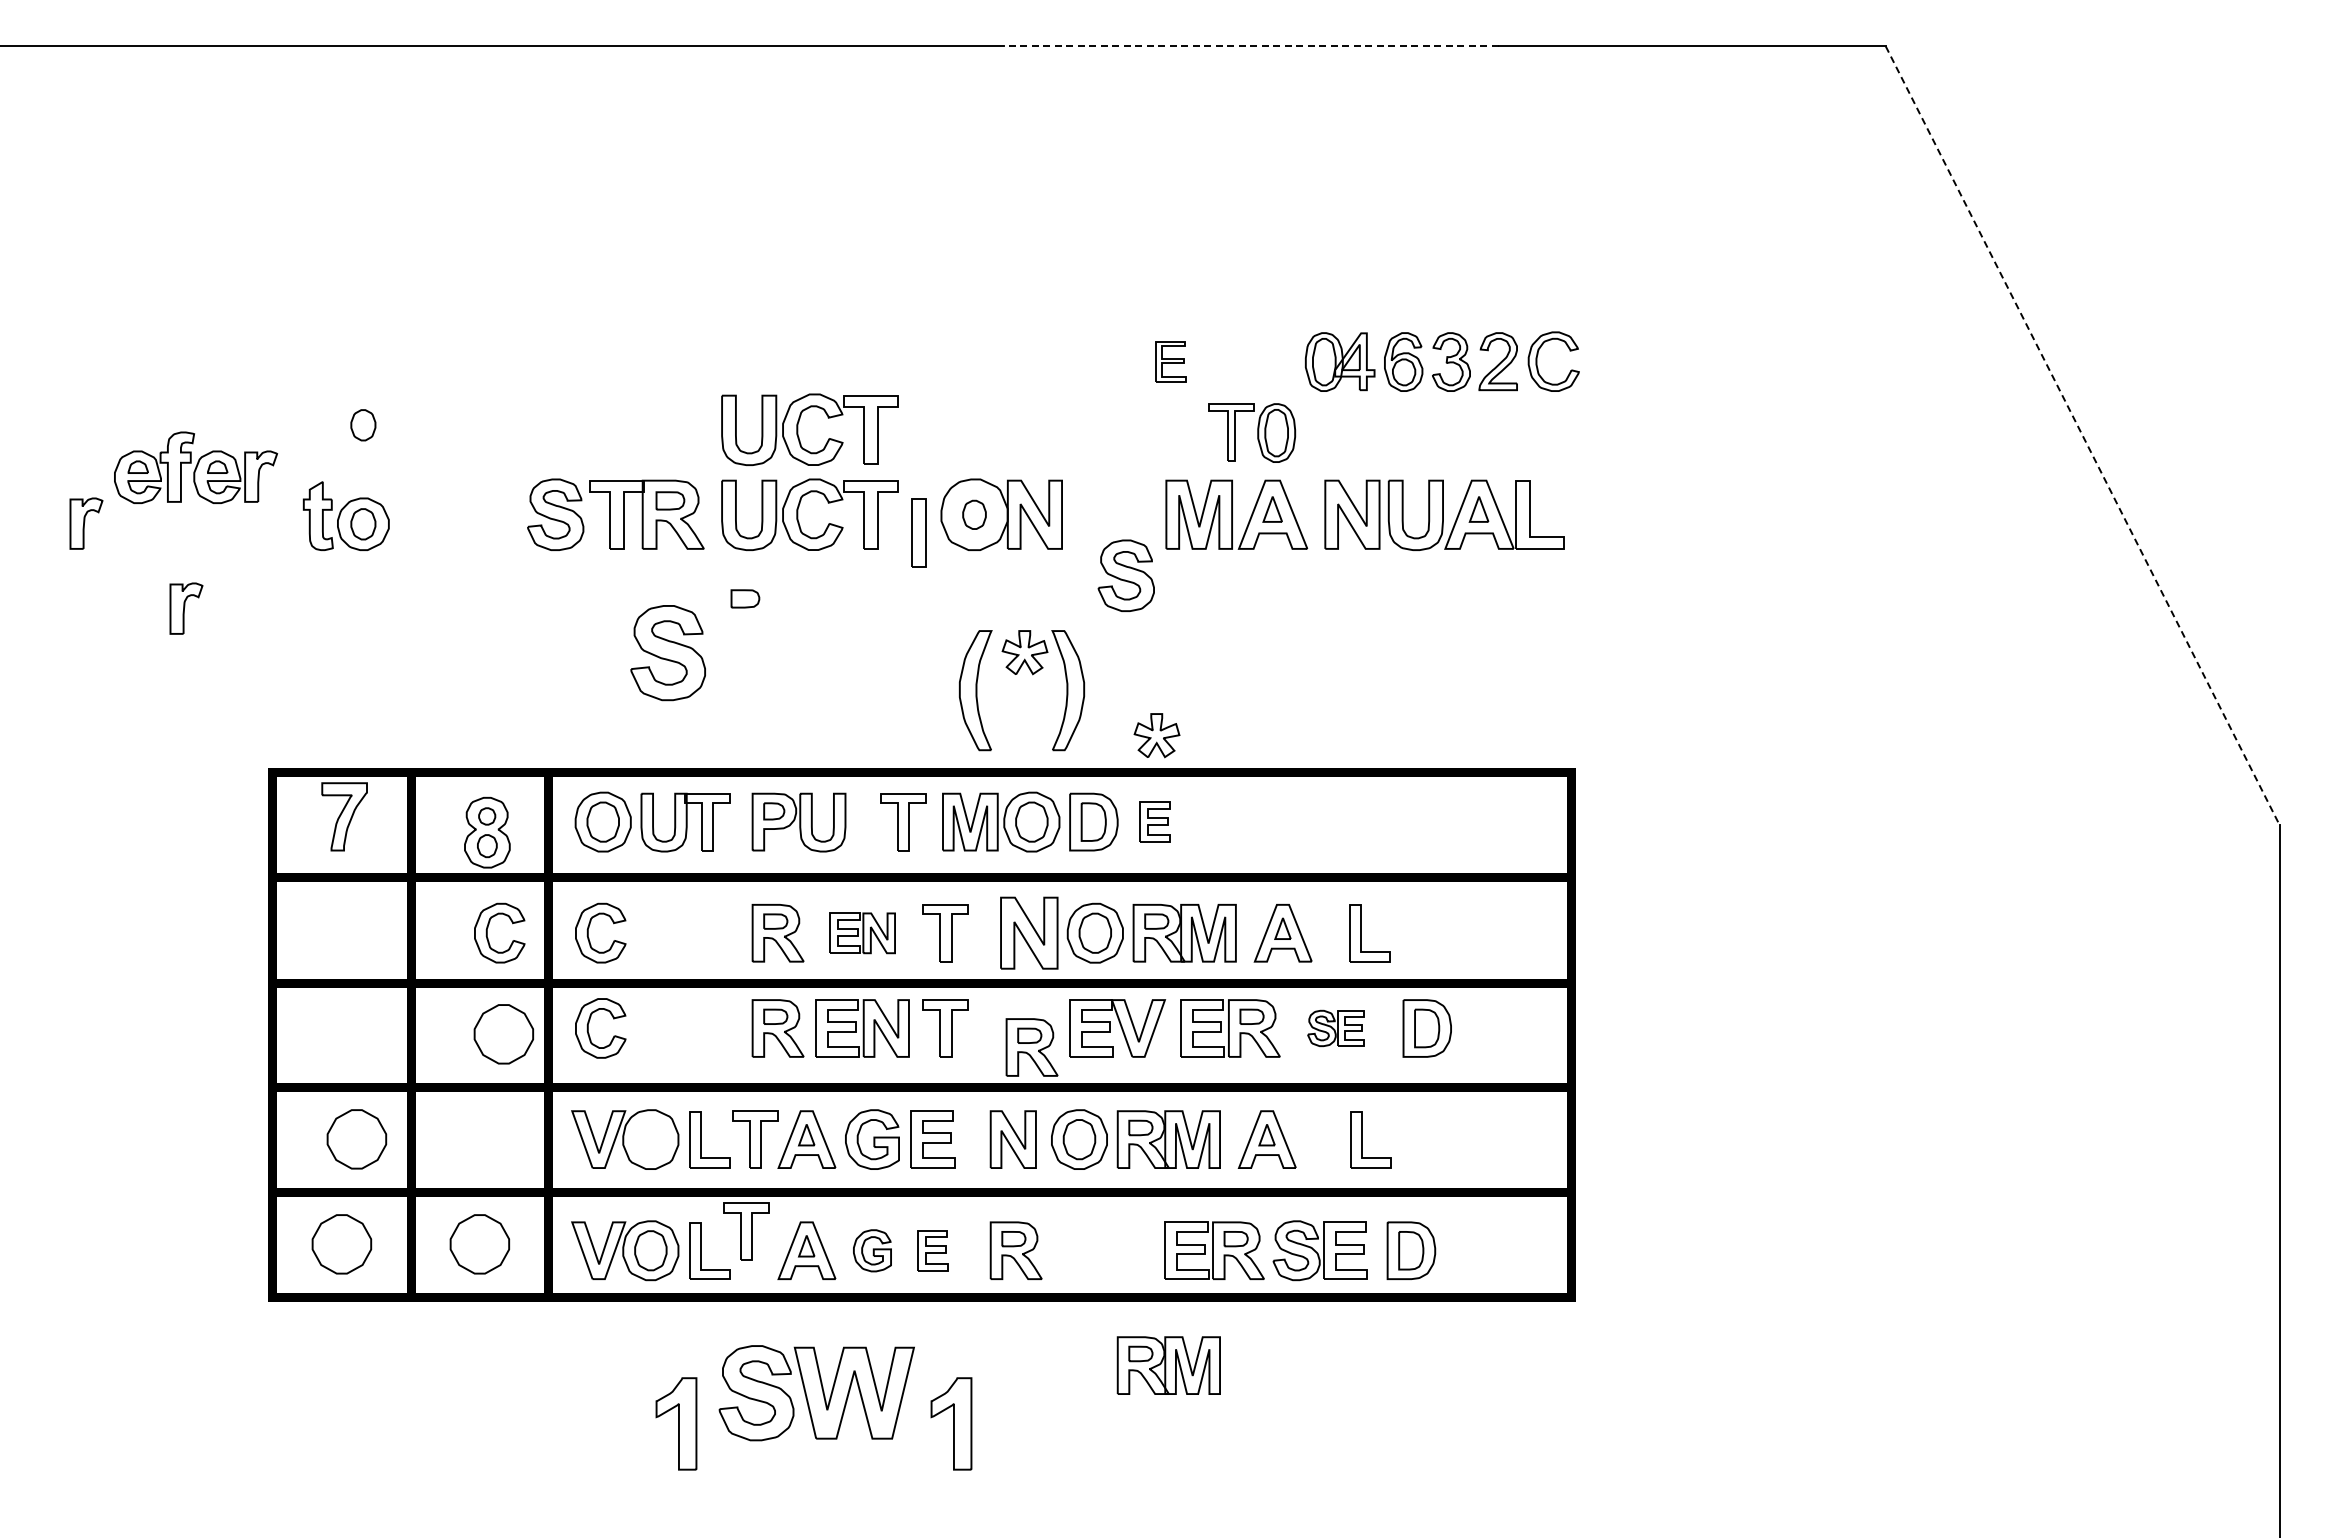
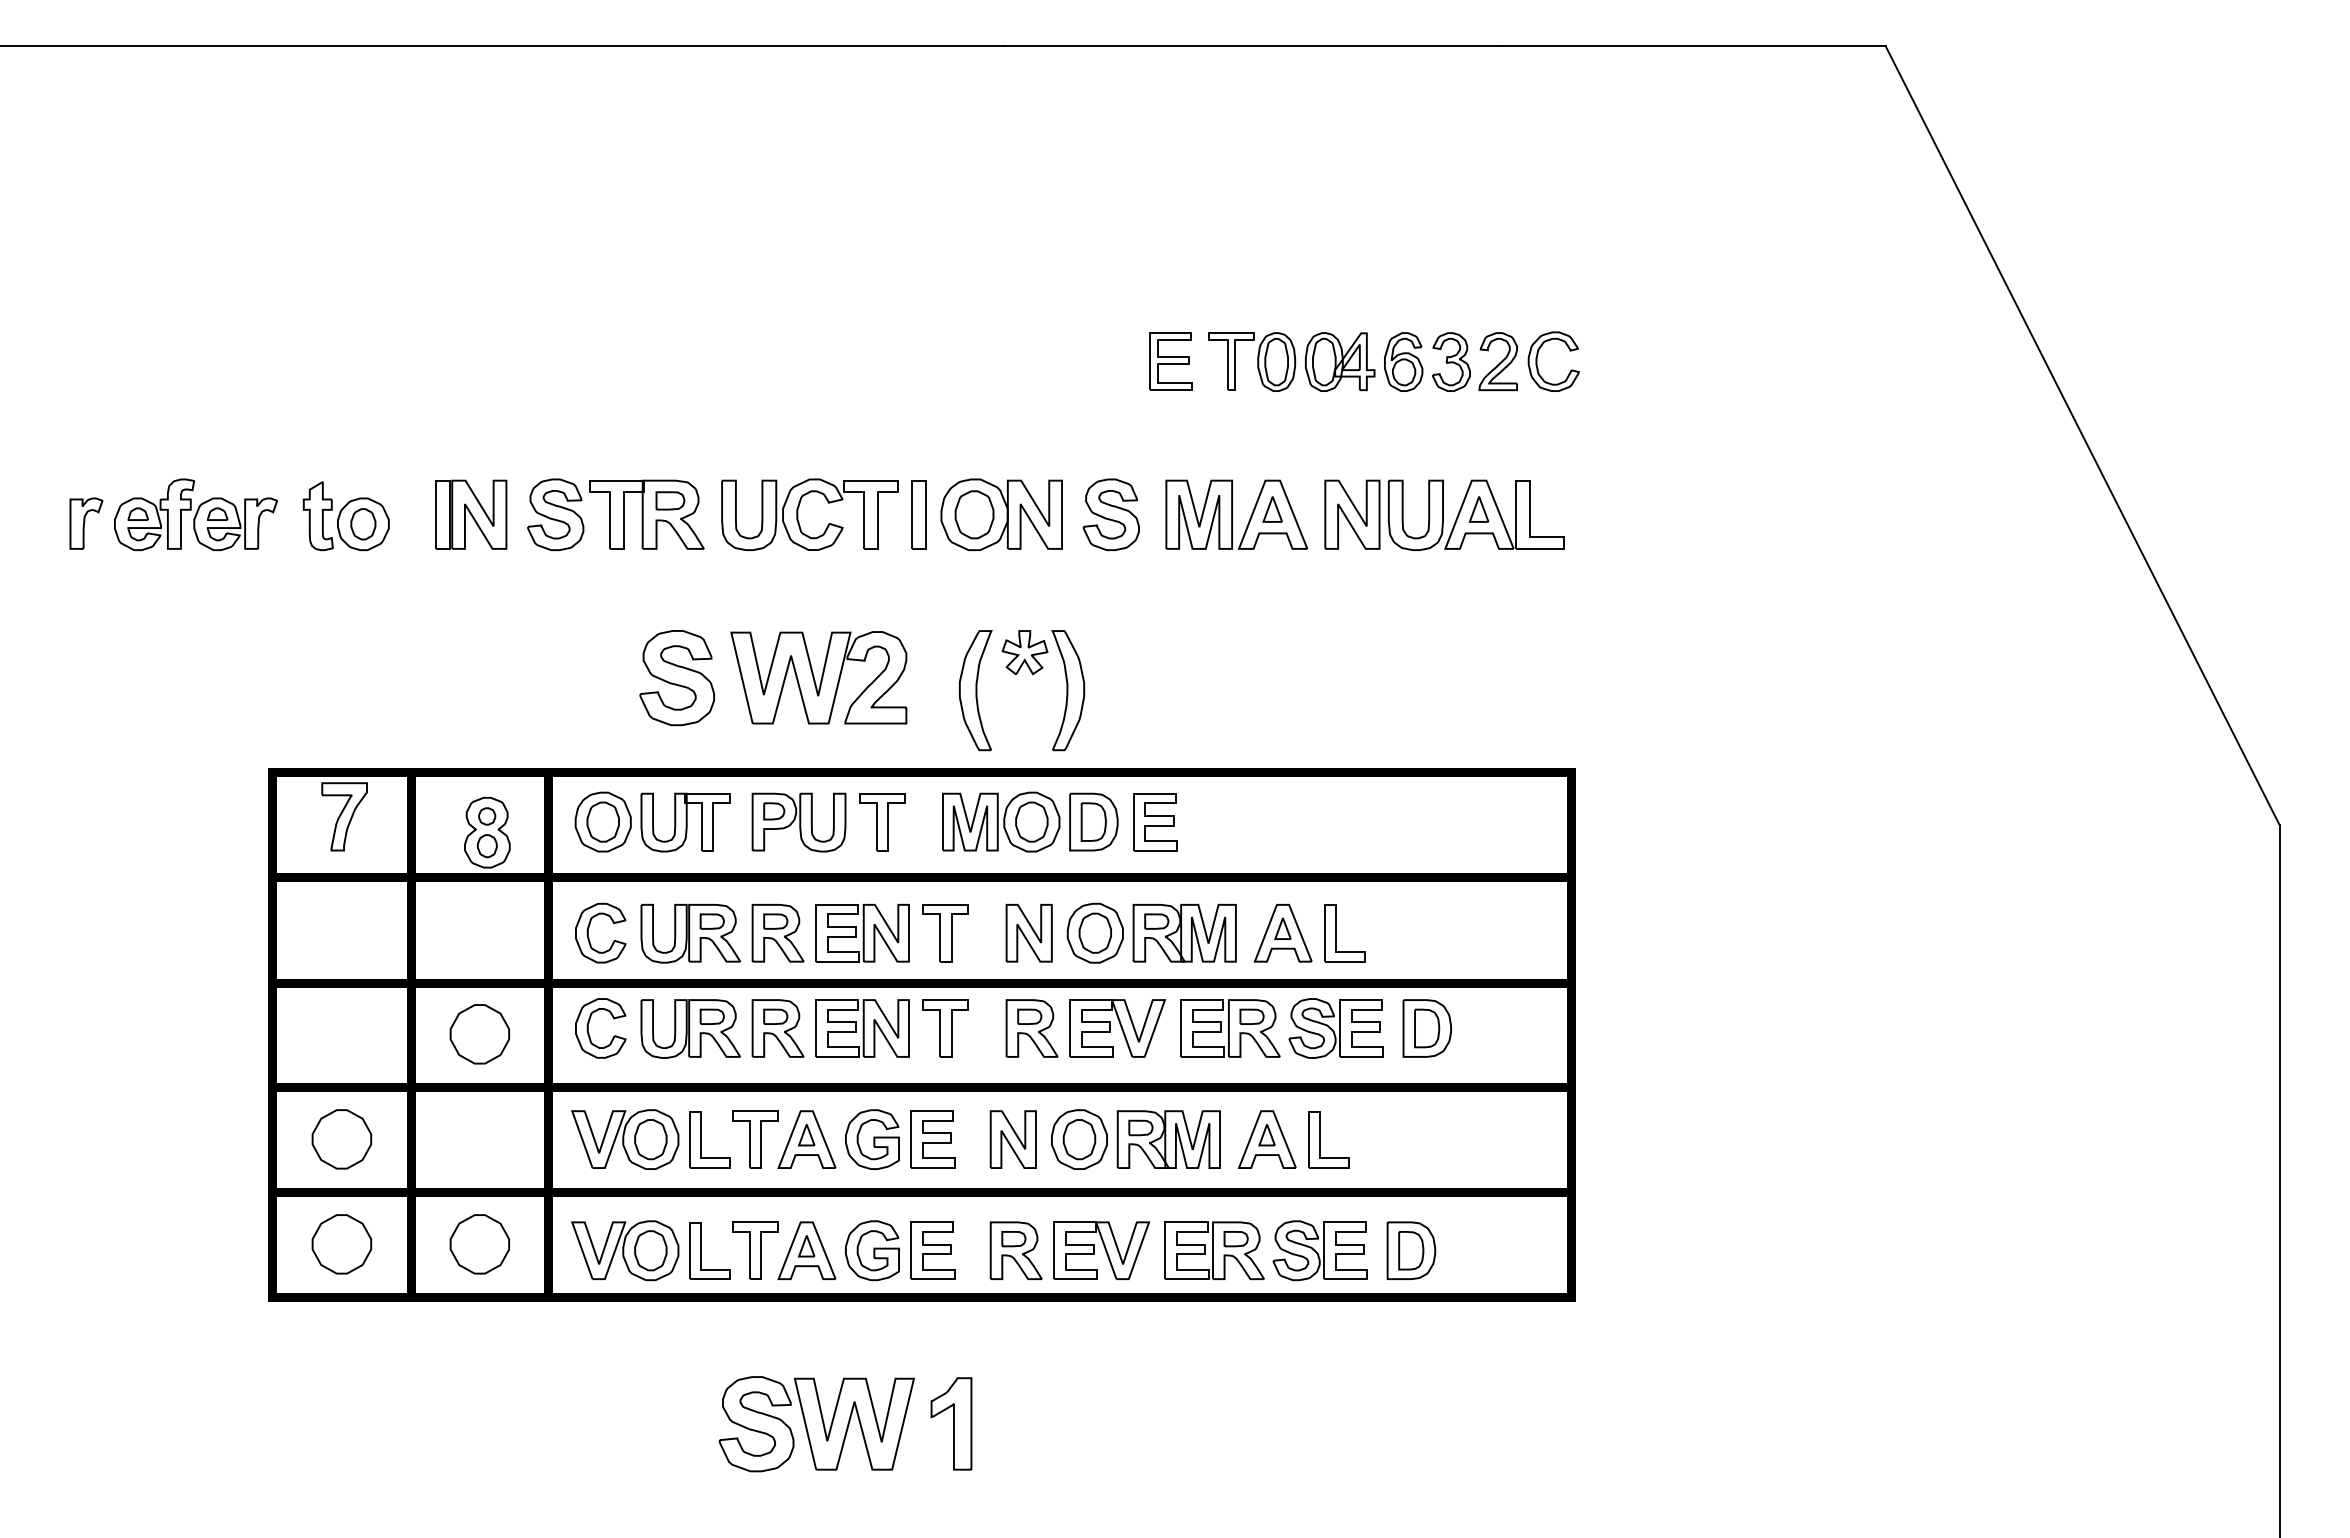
line at (1250, 46): dashed -> solid
part at (1170, 361) size: 32x42 px -> 44x59 px
part at (363, 425): present -> none
part at (798, 429): present -> none
part at (1252, 432) position: (1252, 432) -> (1252, 361)
line at (2082, 436): dashed -> solid
part at (196, 467) position: (196, 467) -> (196, 514)
part at (471, 514): none -> present
part at (974, 514) size: 25x31 px -> 41x50 px
part at (918, 532) position: (918, 532) -> (918, 514)
part at (1125, 575) position: (1125, 575) -> (1110, 514)
part at (745, 598): present -> none
part at (186, 608): present -> none
part at (667, 653) position: (667, 653) -> (676, 678)
part at (818, 677): none -> present
part at (1156, 735): present -> none
part at (1154, 821) size: 32x42 px -> 45x59 px
part at (903, 822) position: (903, 822) -> (882, 822)
part at (487, 932): present -> none
part at (1029, 932) size: 59x74 px -> 48x59 px
part at (690, 933): none -> present
part at (862, 933) size: 67x43 px -> 95x59 px
part at (1361, 933) position: (1361, 933) -> (1336, 933)
part at (1335, 1027) size: 58x38 px -> 96x61 px
part at (690, 1028): none -> present
part at (503, 1034) position: (503, 1034) -> (479, 1034)
part at (1031, 1047) position: (1031, 1047) -> (1031, 1028)
part at (356, 1139) position: (356, 1139) -> (341, 1139)
part at (650, 1139): none -> present
part at (1362, 1139) position: (1362, 1139) -> (1320, 1139)
part at (746, 1231) position: (746, 1231) -> (755, 1250)
part at (872, 1250) size: 39x44 px -> 55x62 px
part at (932, 1250) size: 32x42 px -> 46x59 px
part at (1101, 1250): none -> present
part at (1168, 1365): present -> none
part at (816, 1393) position: (816, 1393) -> (816, 1424)
part at (676, 1423): present -> none
